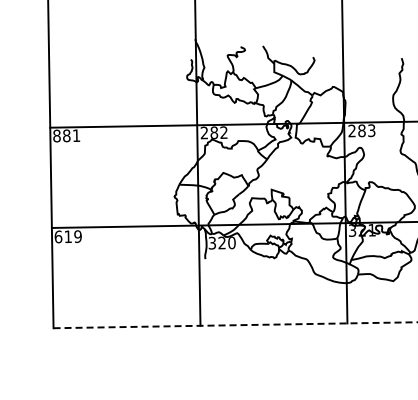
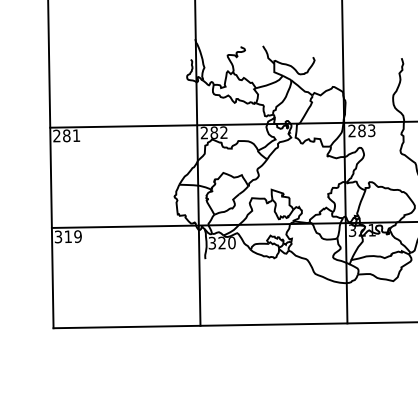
text at (56, 135): 881 -> 281
text at (58, 236): 619 -> 319
line at (235, 325): dashed -> solid
